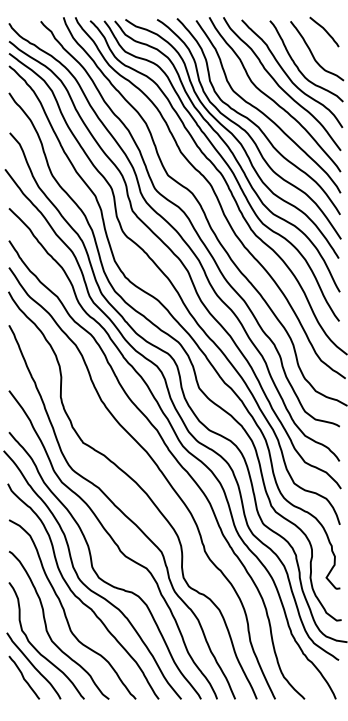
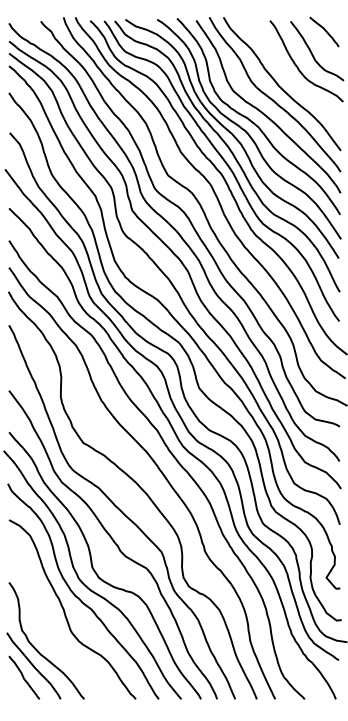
curve at (289, 76): present -> none
curve at (47, 627): present -> none
